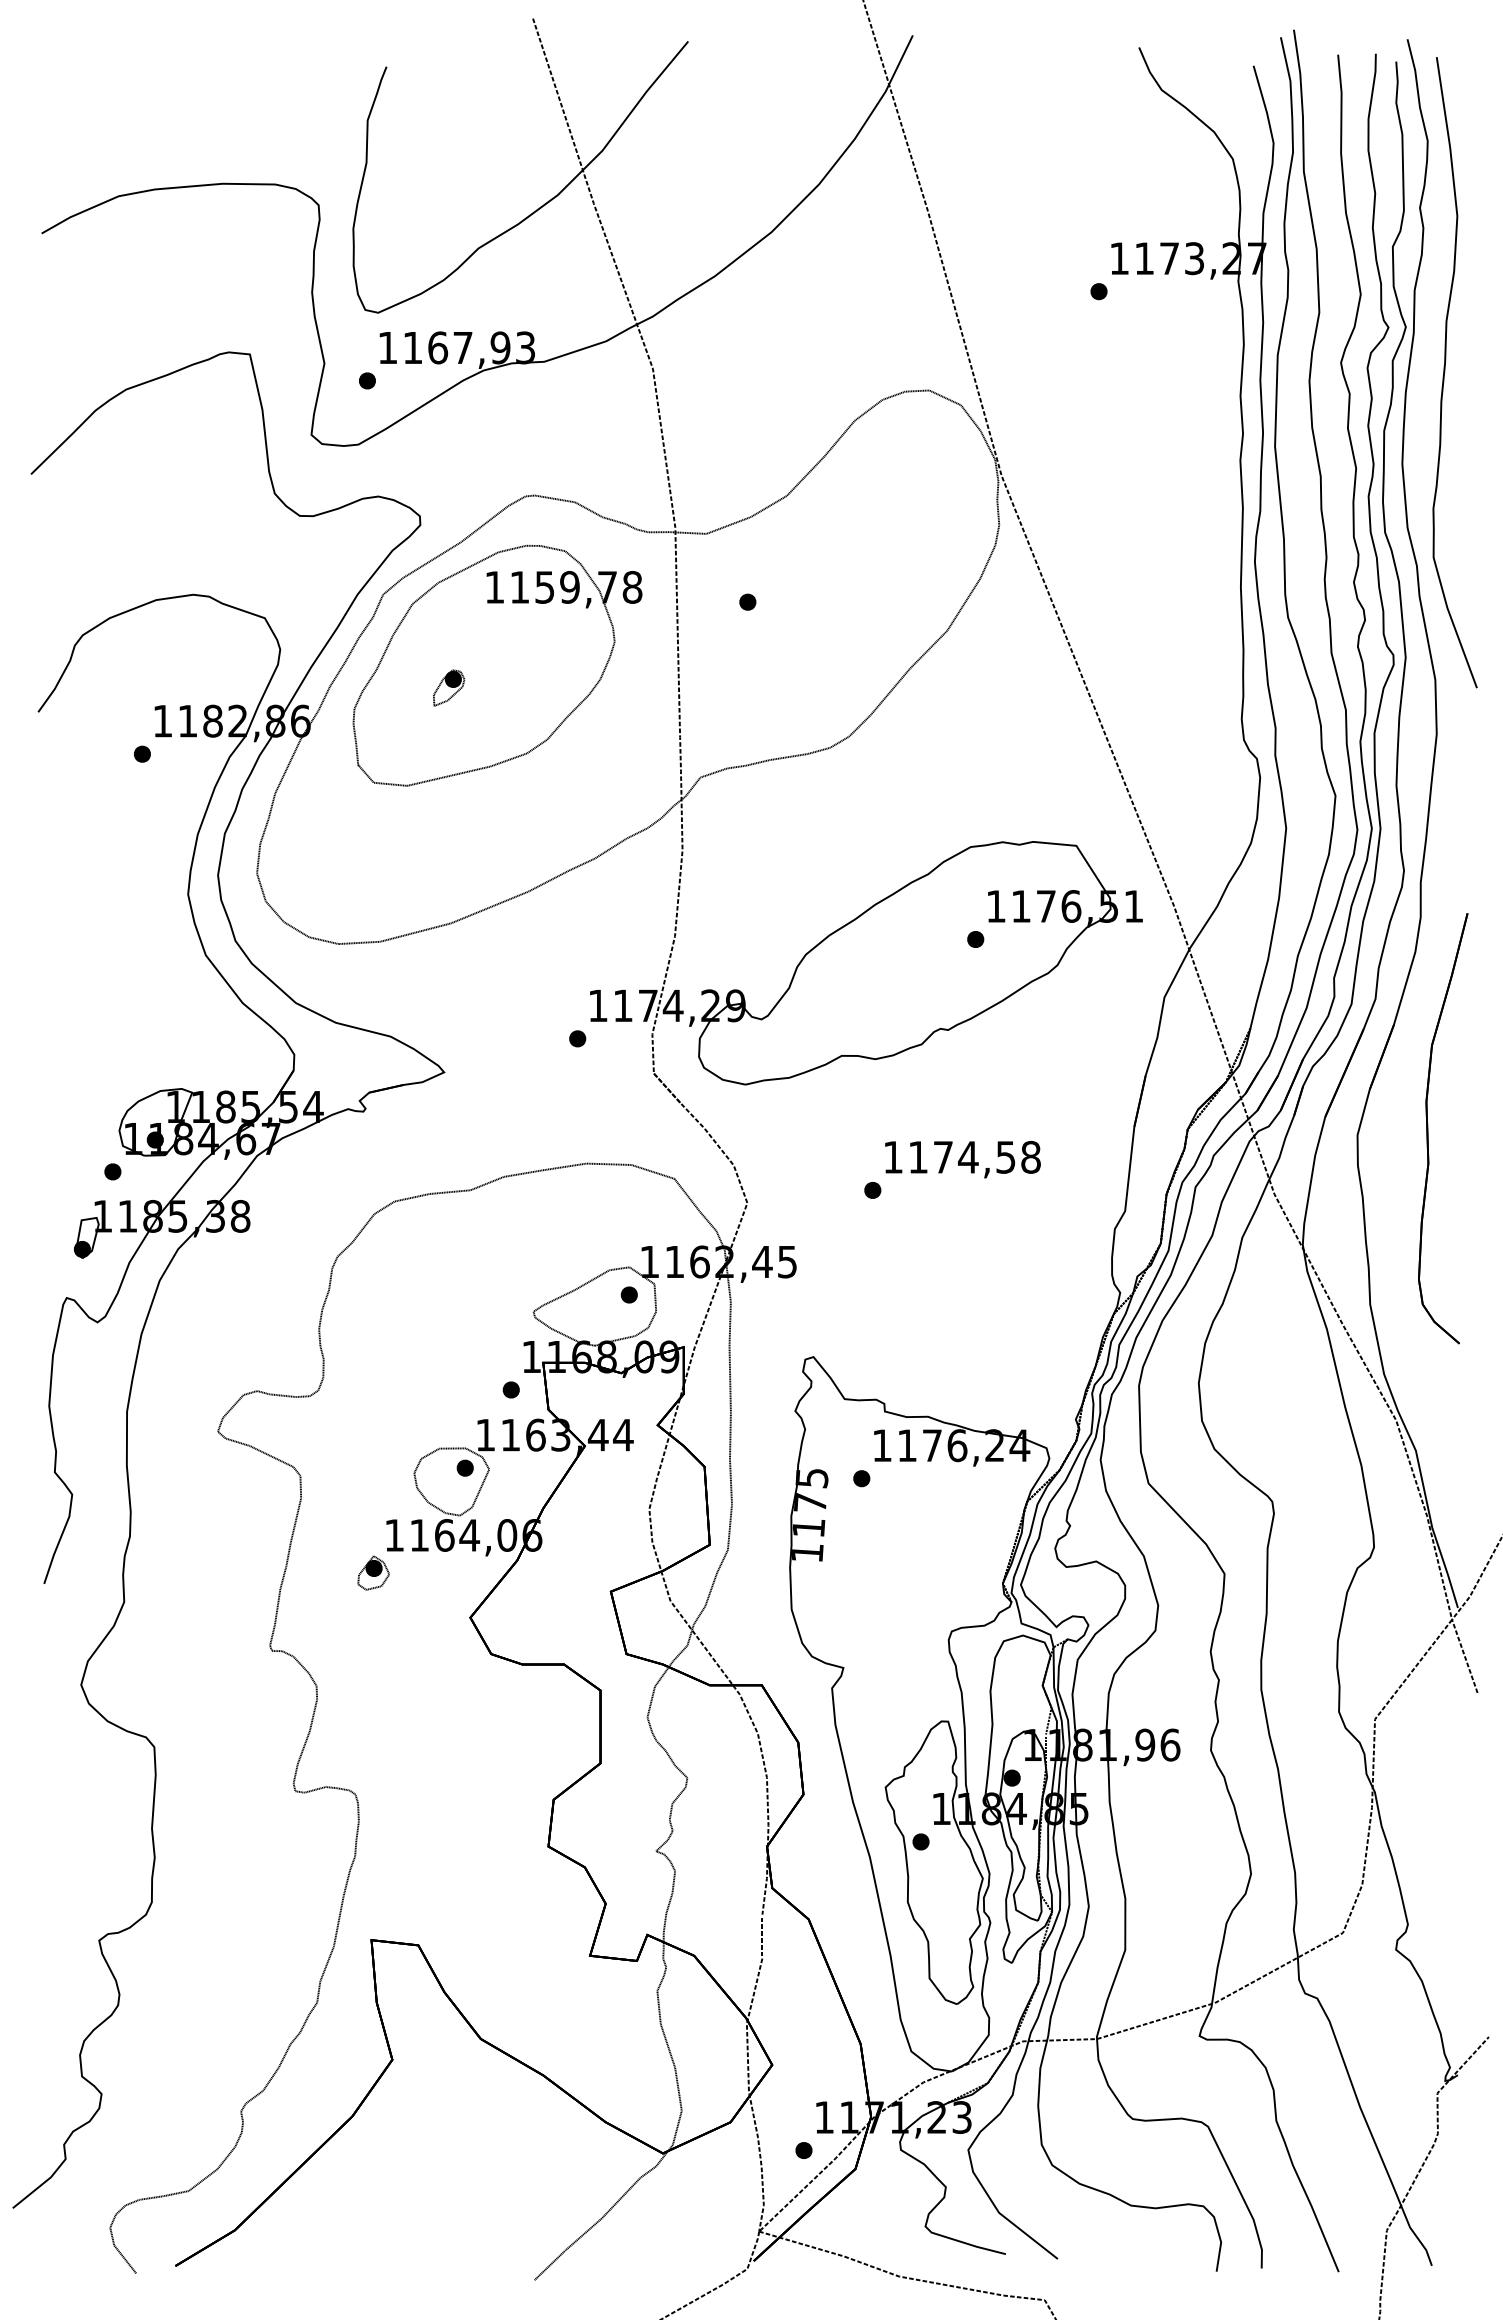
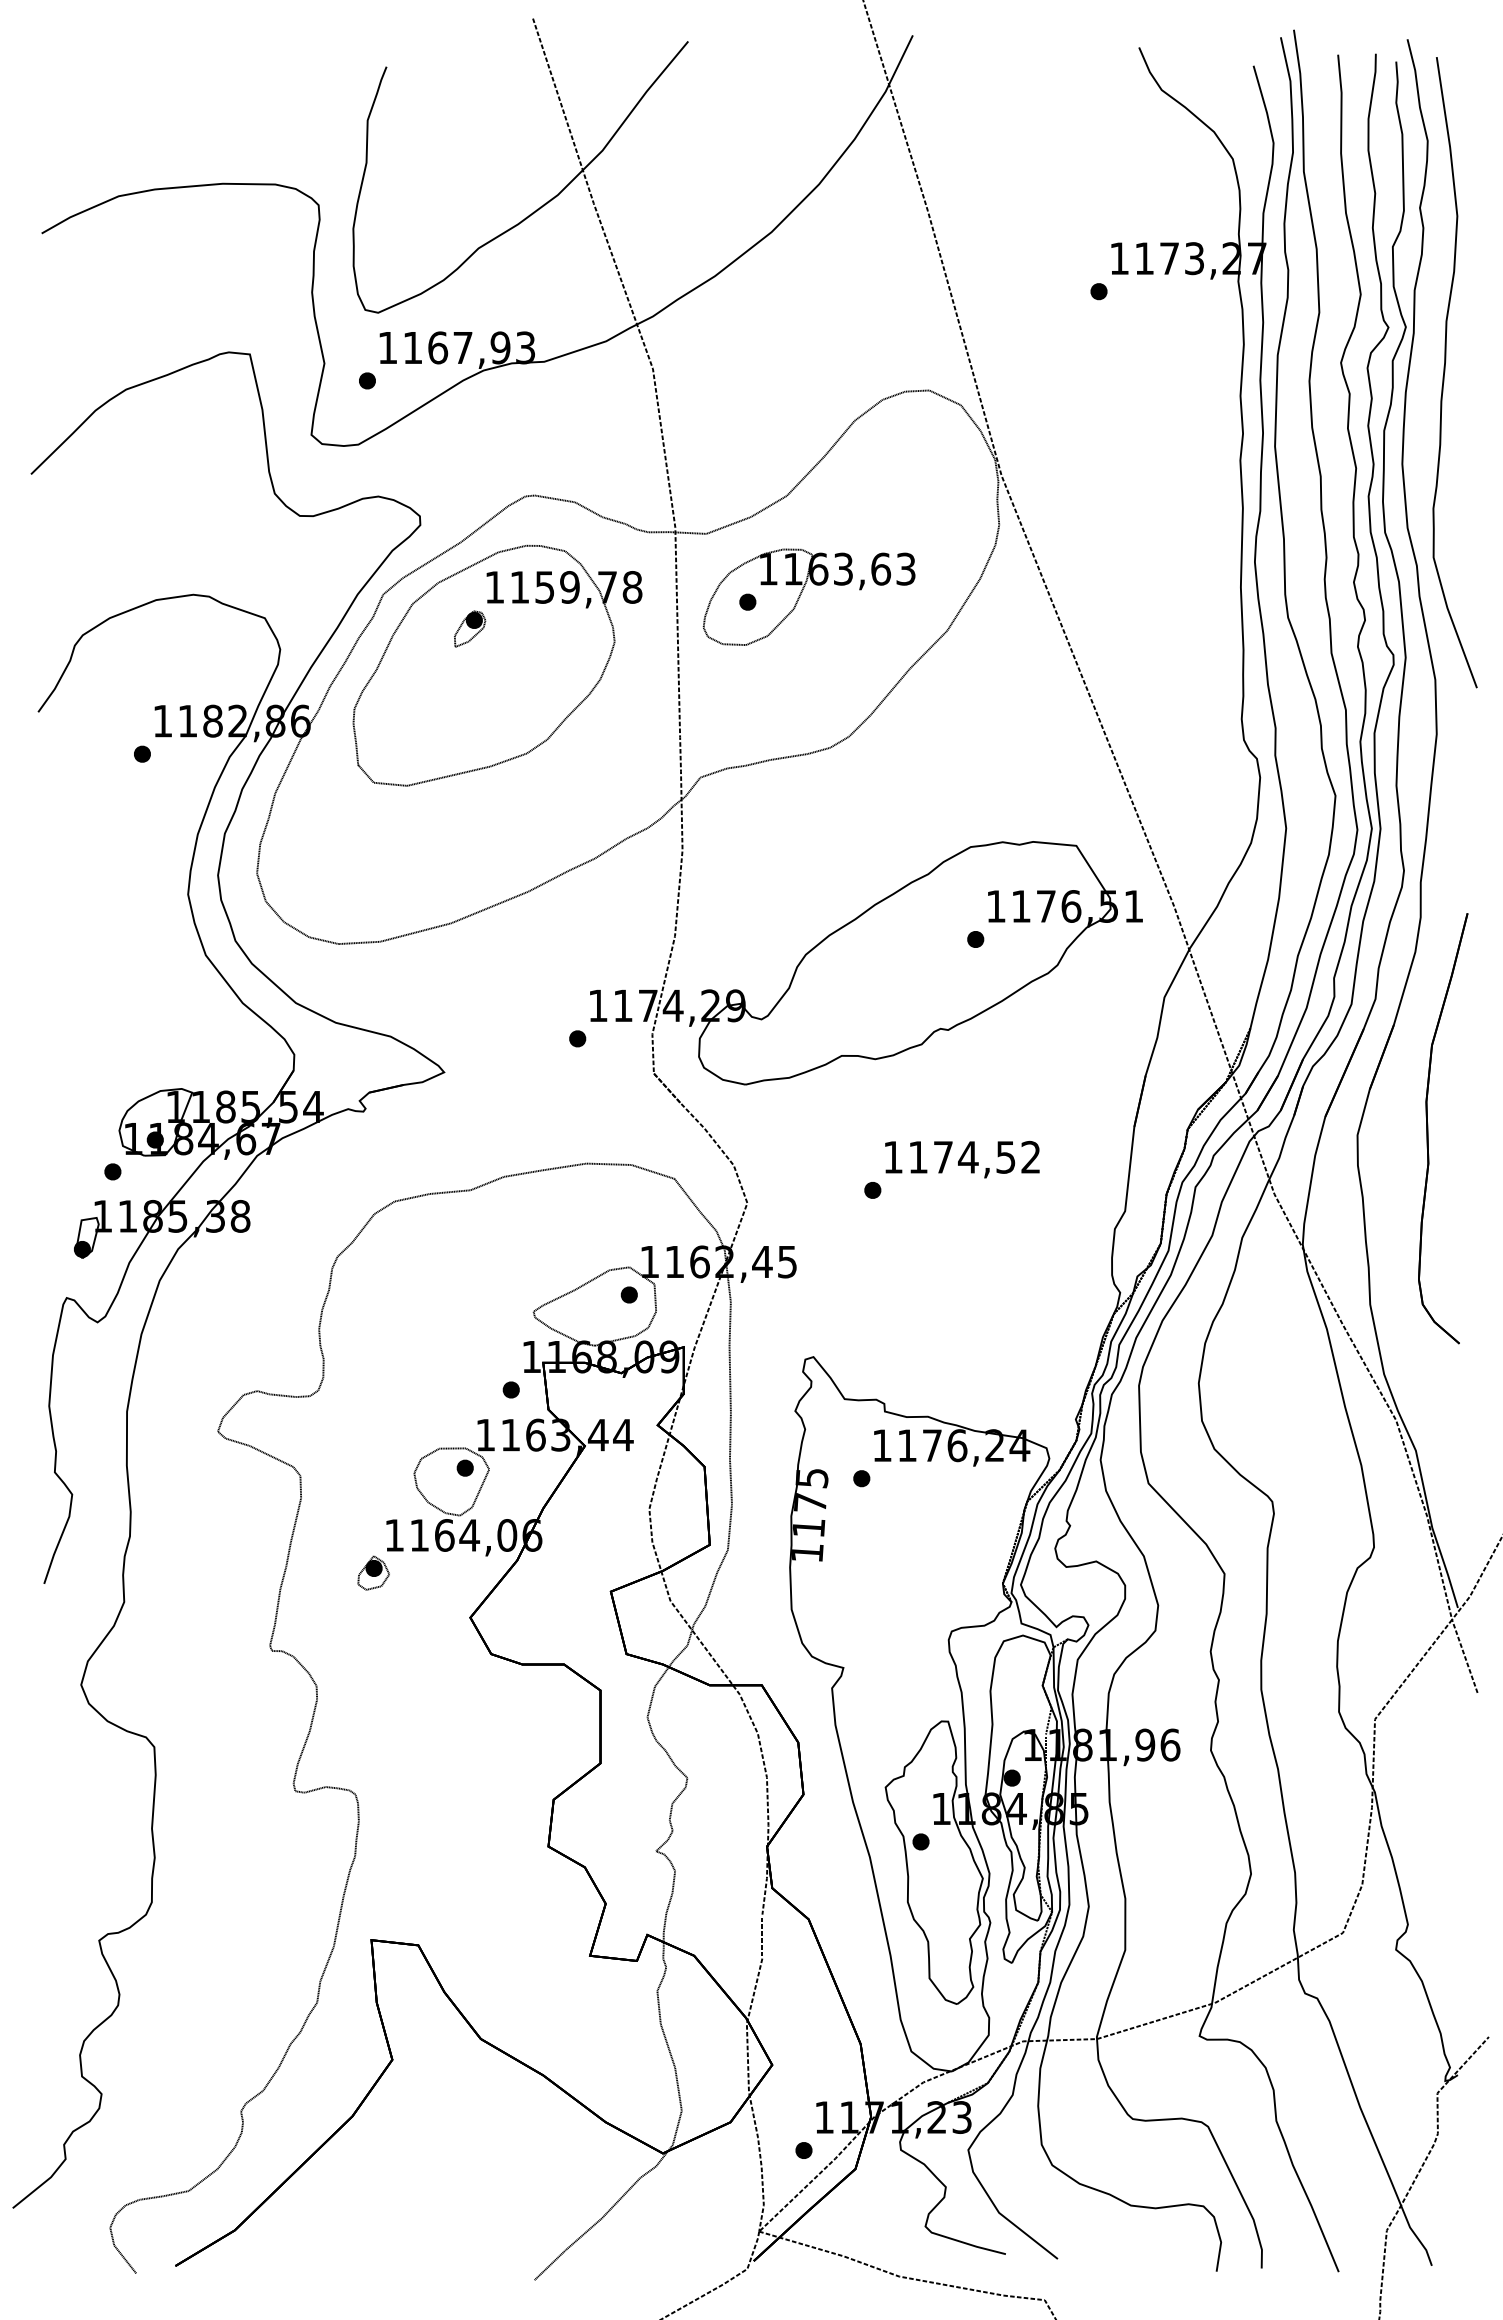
part at (802, 592): none -> present
part at (449, 687) position: (449, 687) -> (470, 628)
text at (1030, 1156): 1174,58 -> 1174,52
